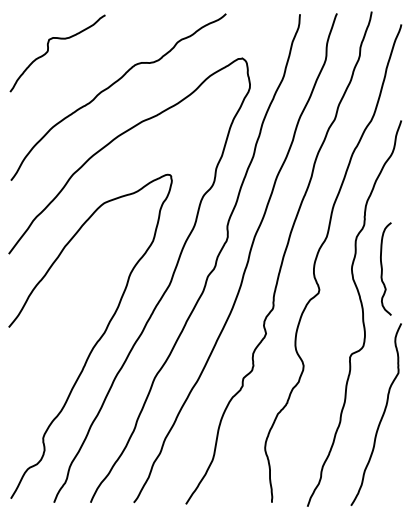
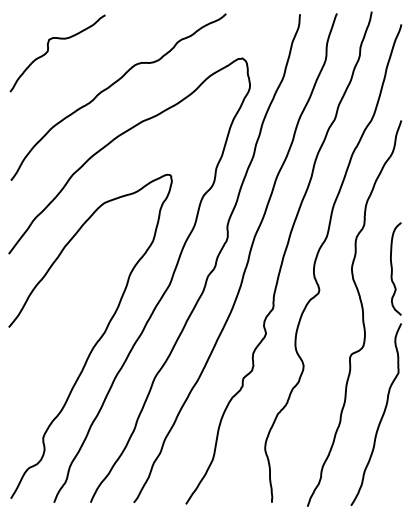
curve at (382, 268) position: (382, 268) -> (392, 268)
